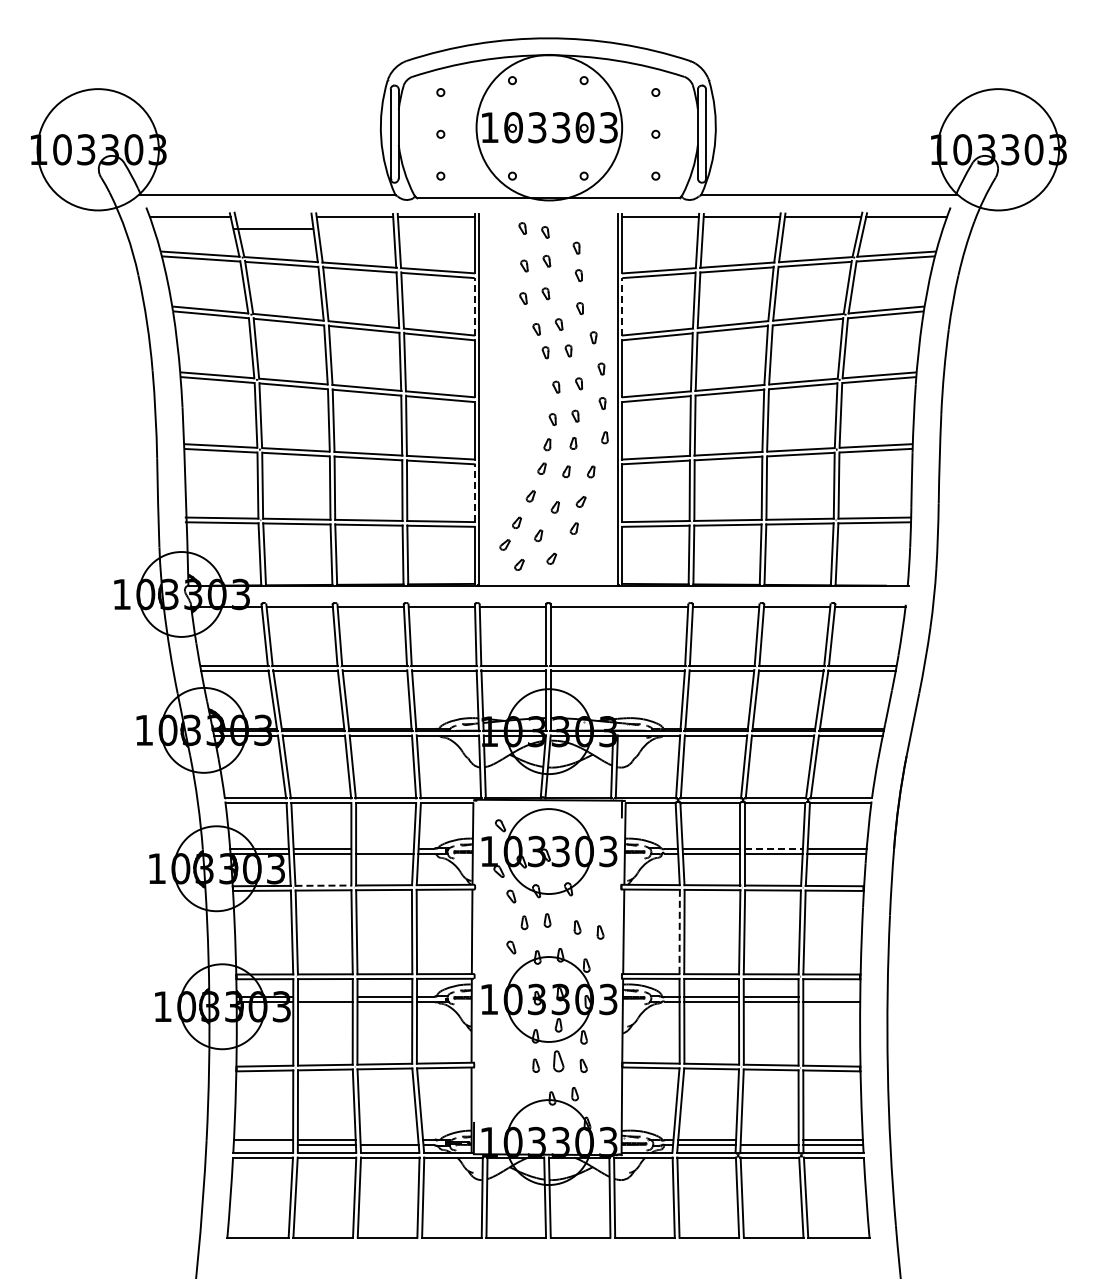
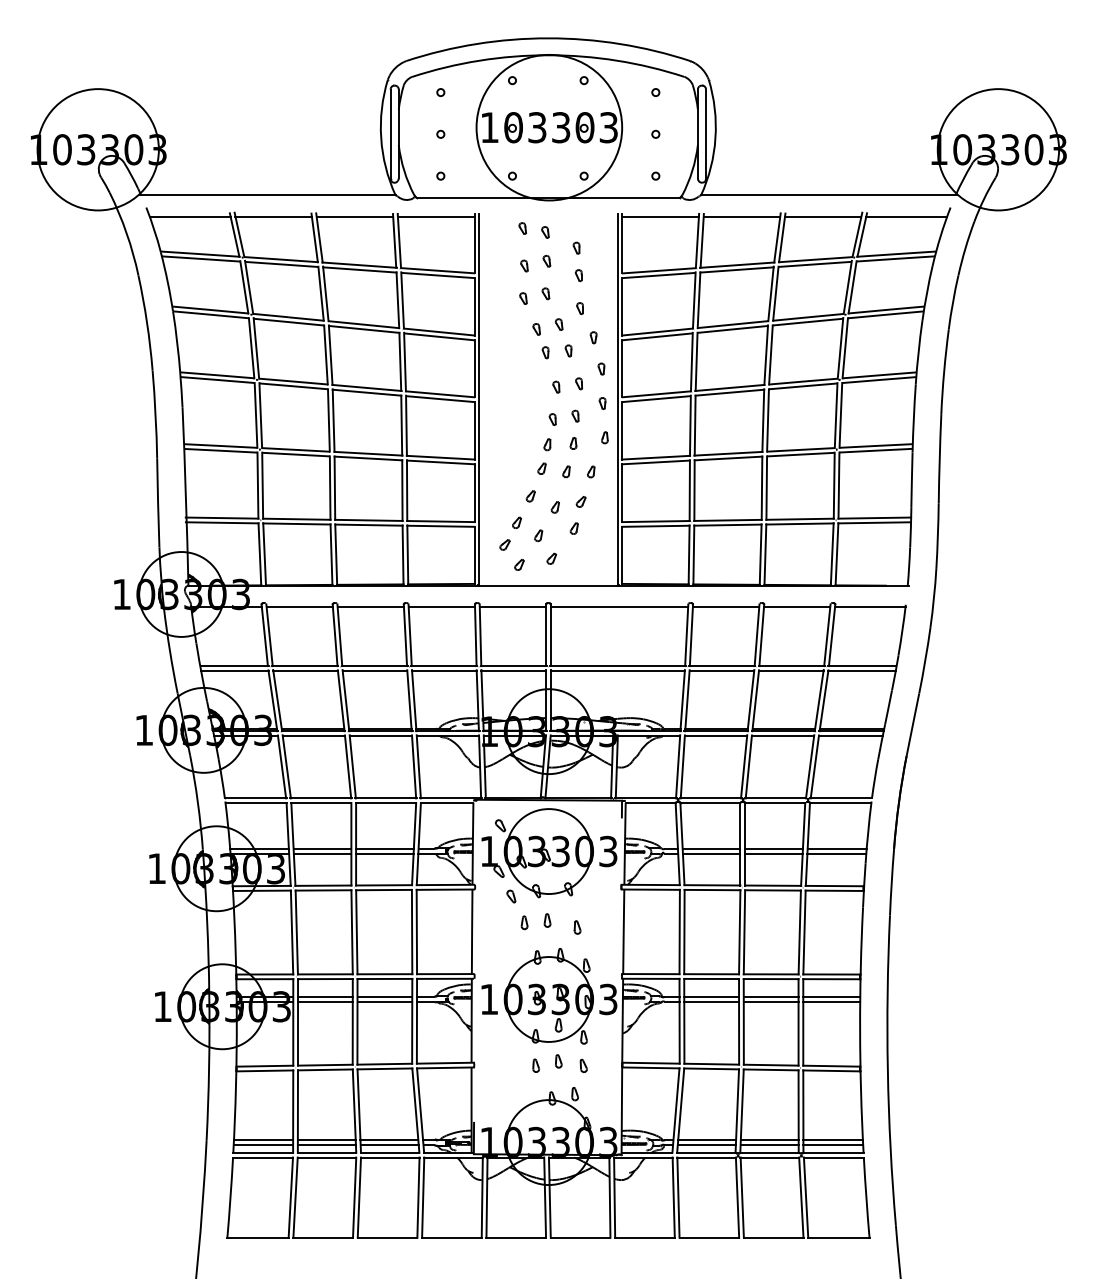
line at (273, 228) position: (273, 228) -> (273, 216)
line at (474, 306): dashed -> solid
line at (622, 306): dashed -> solid
line at (474, 493): dashed -> solid
line at (384, 848): none -> present
line at (774, 848): dashed -> solid
line at (323, 885): dashed -> solid
part at (600, 932): present -> none
line at (679, 932): dashed -> solid
part at (511, 947): present -> none
line at (325, 996): none -> present
line at (831, 996): none -> present
part at (558, 1061) size: 12x23 px -> 8x15 px
line at (389, 1140): none -> present
line at (769, 1140): none -> present
line at (263, 1145): none -> present
